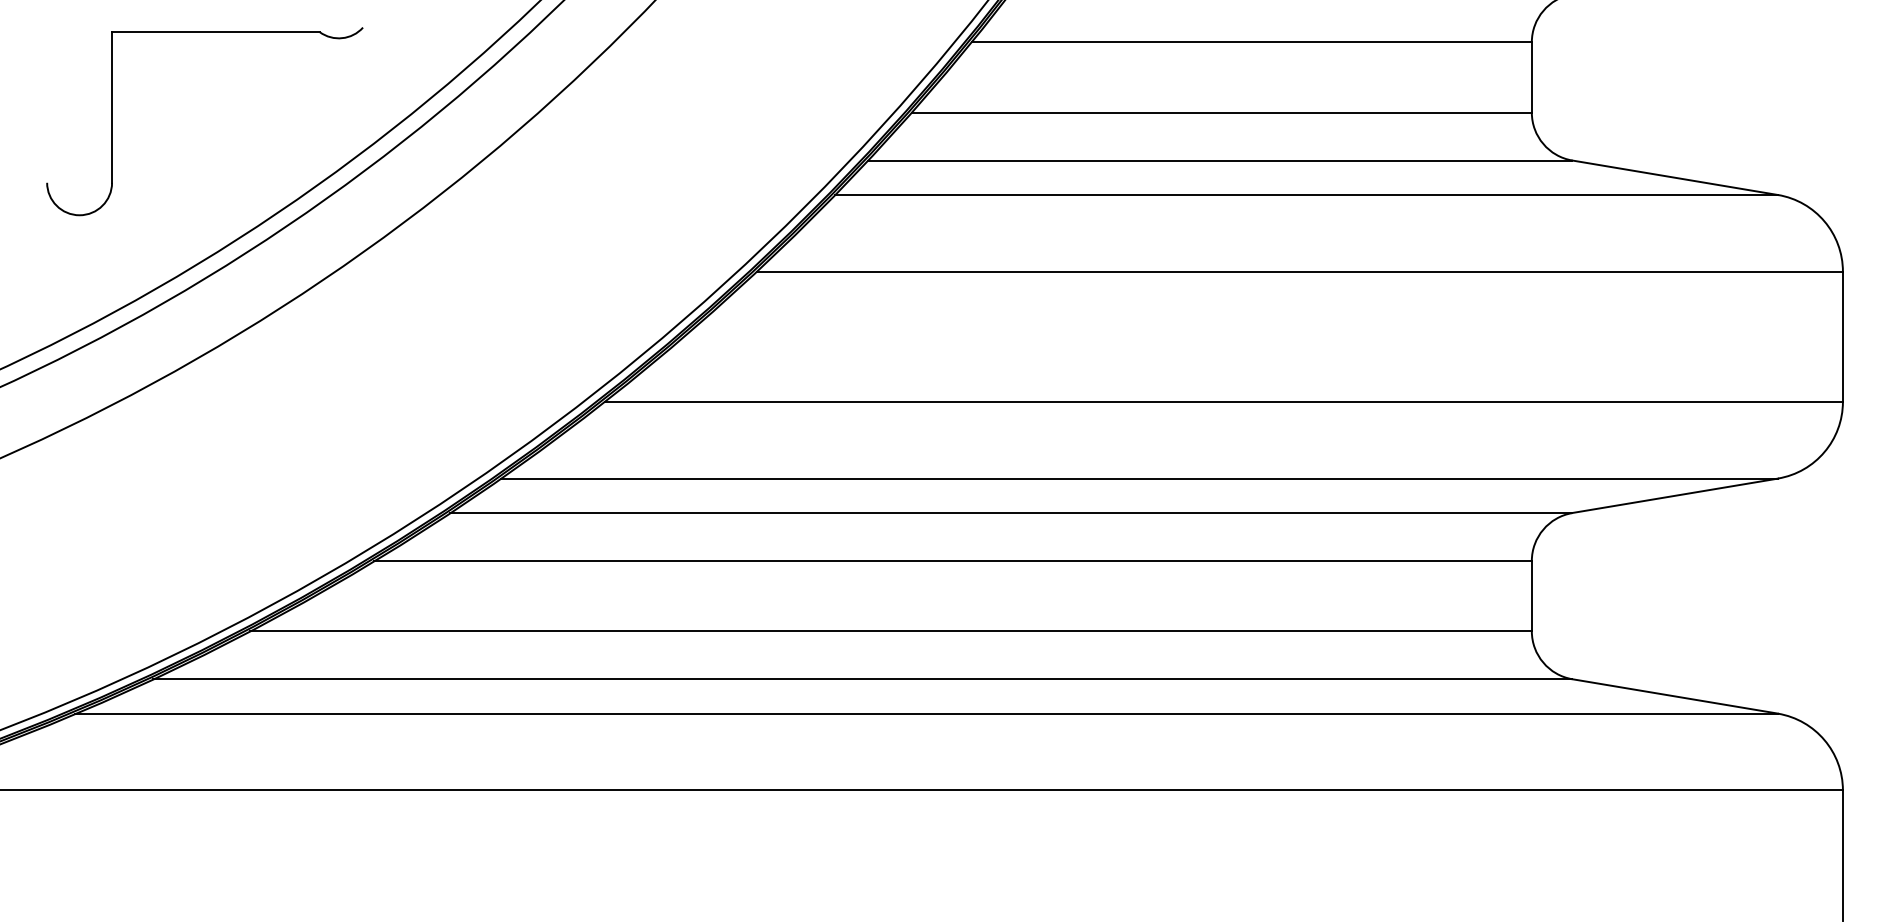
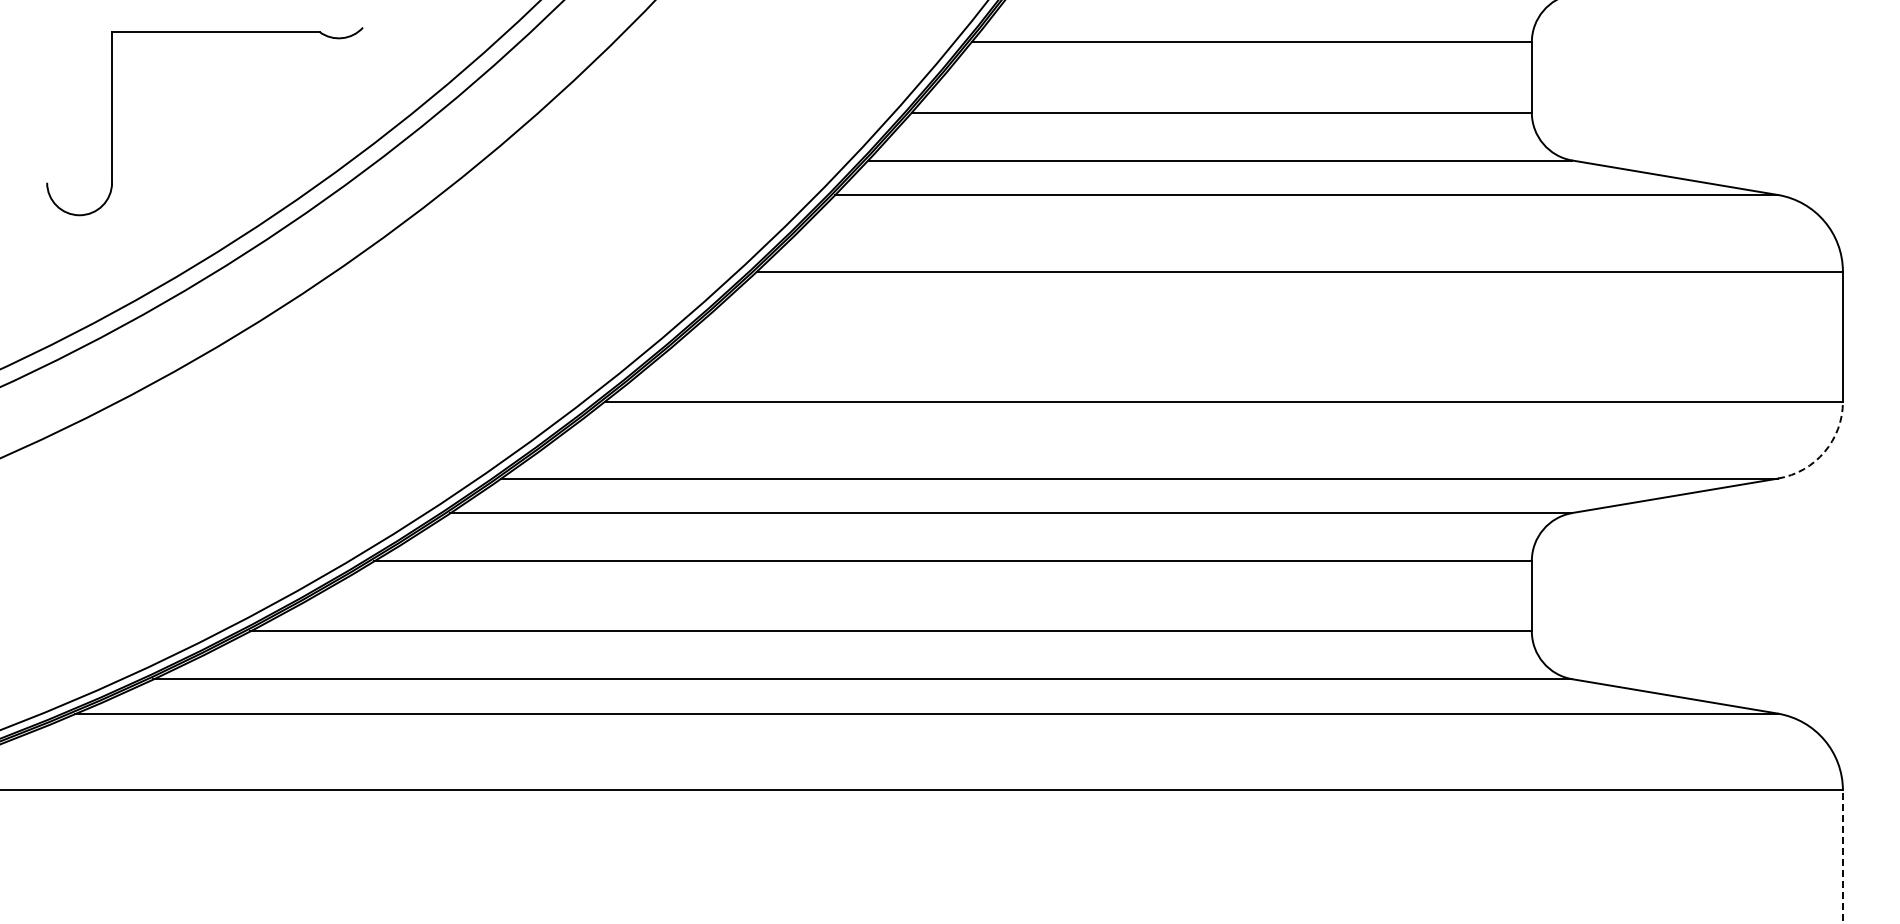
arc at (1824, 452): solid -> dashed
line at (1843, 854): solid -> dashed
